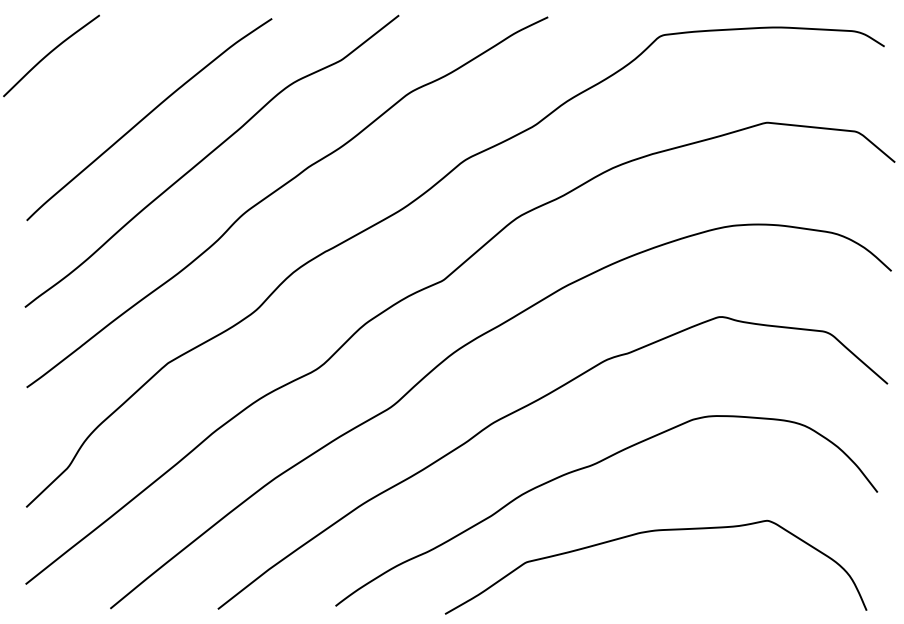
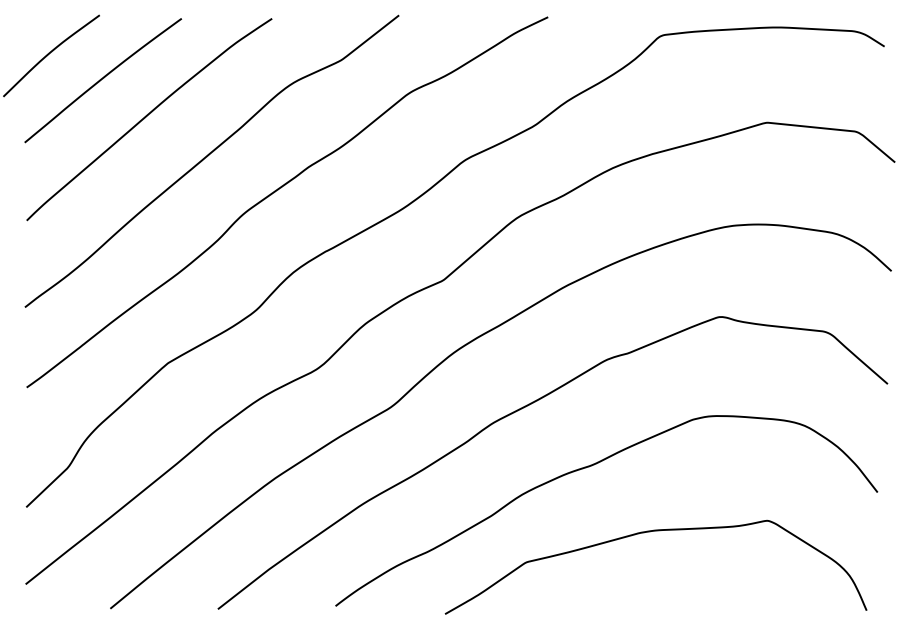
curve at (102, 79): none -> present
